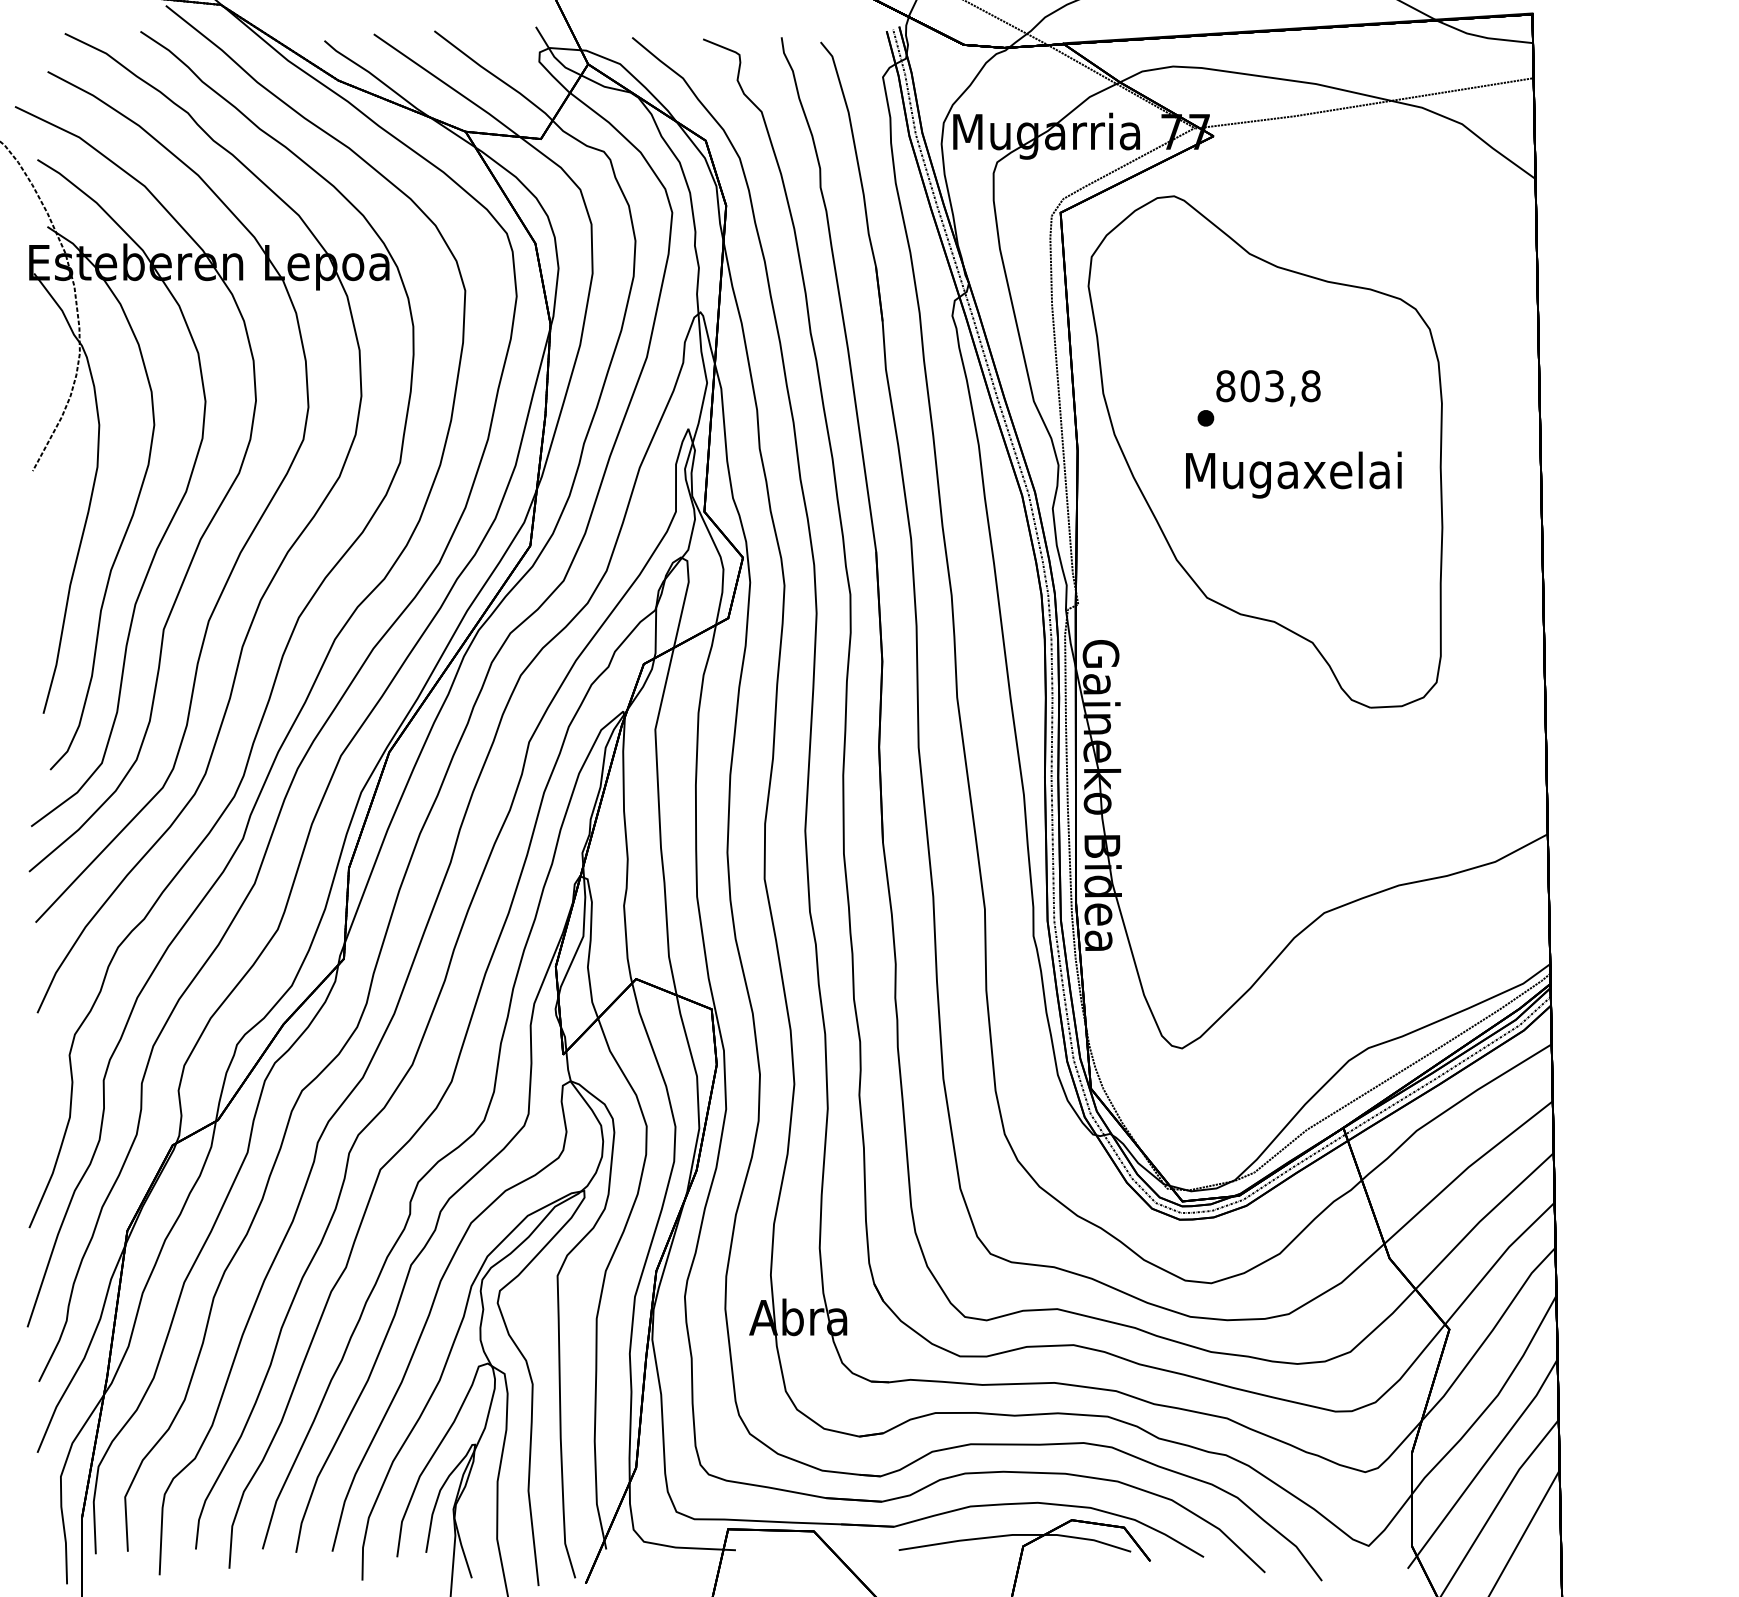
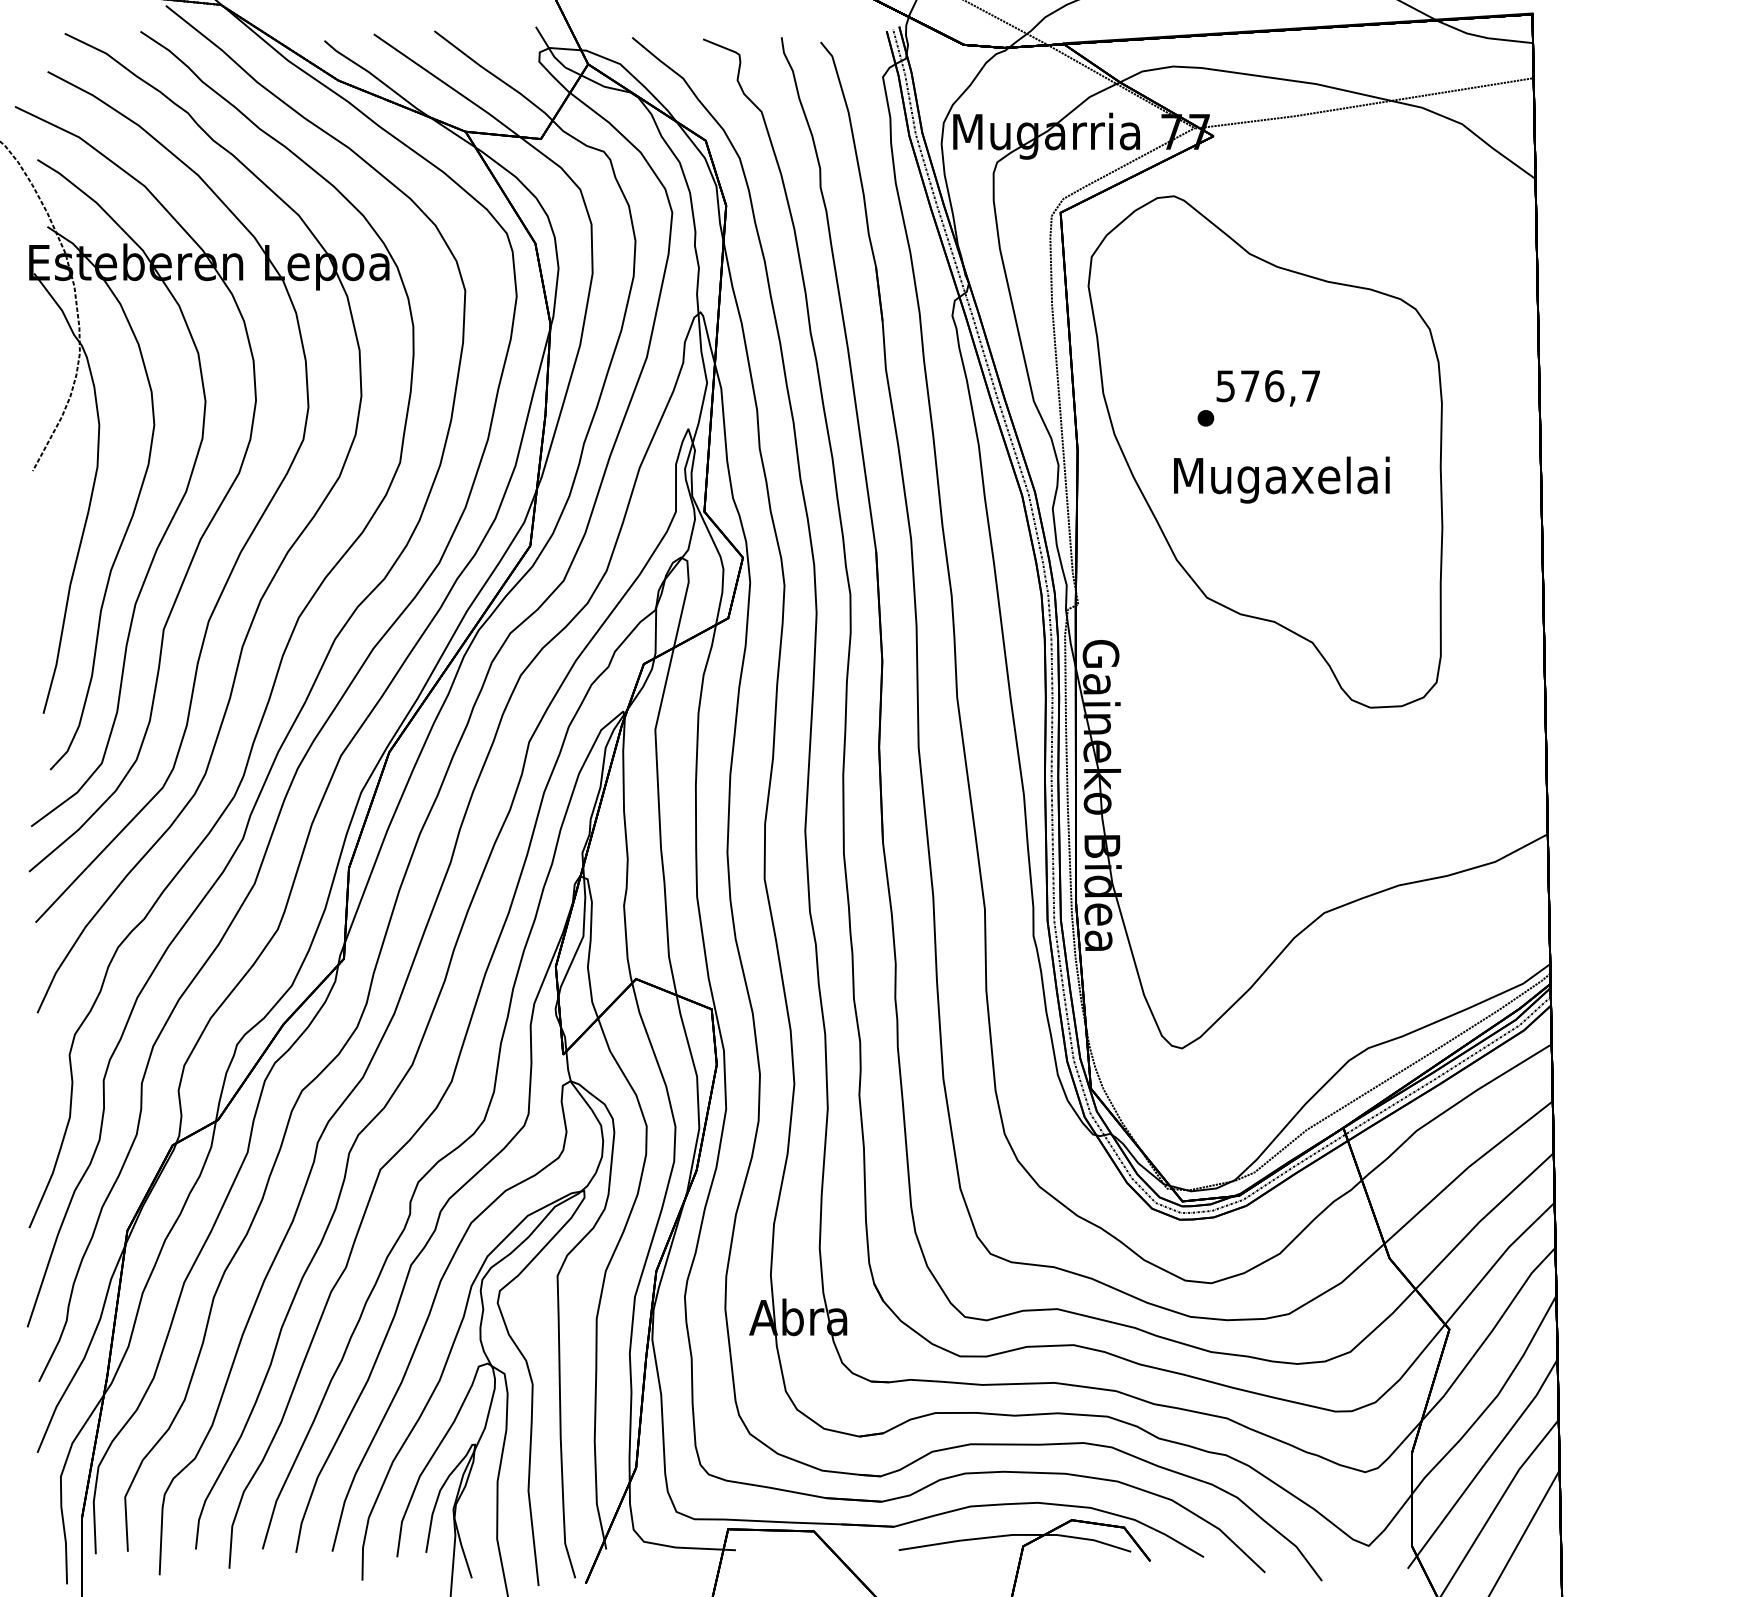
text at (1268, 386): 803,8 -> 576,7
text at (1293, 474) position: (1293, 474) -> (1281, 479)
